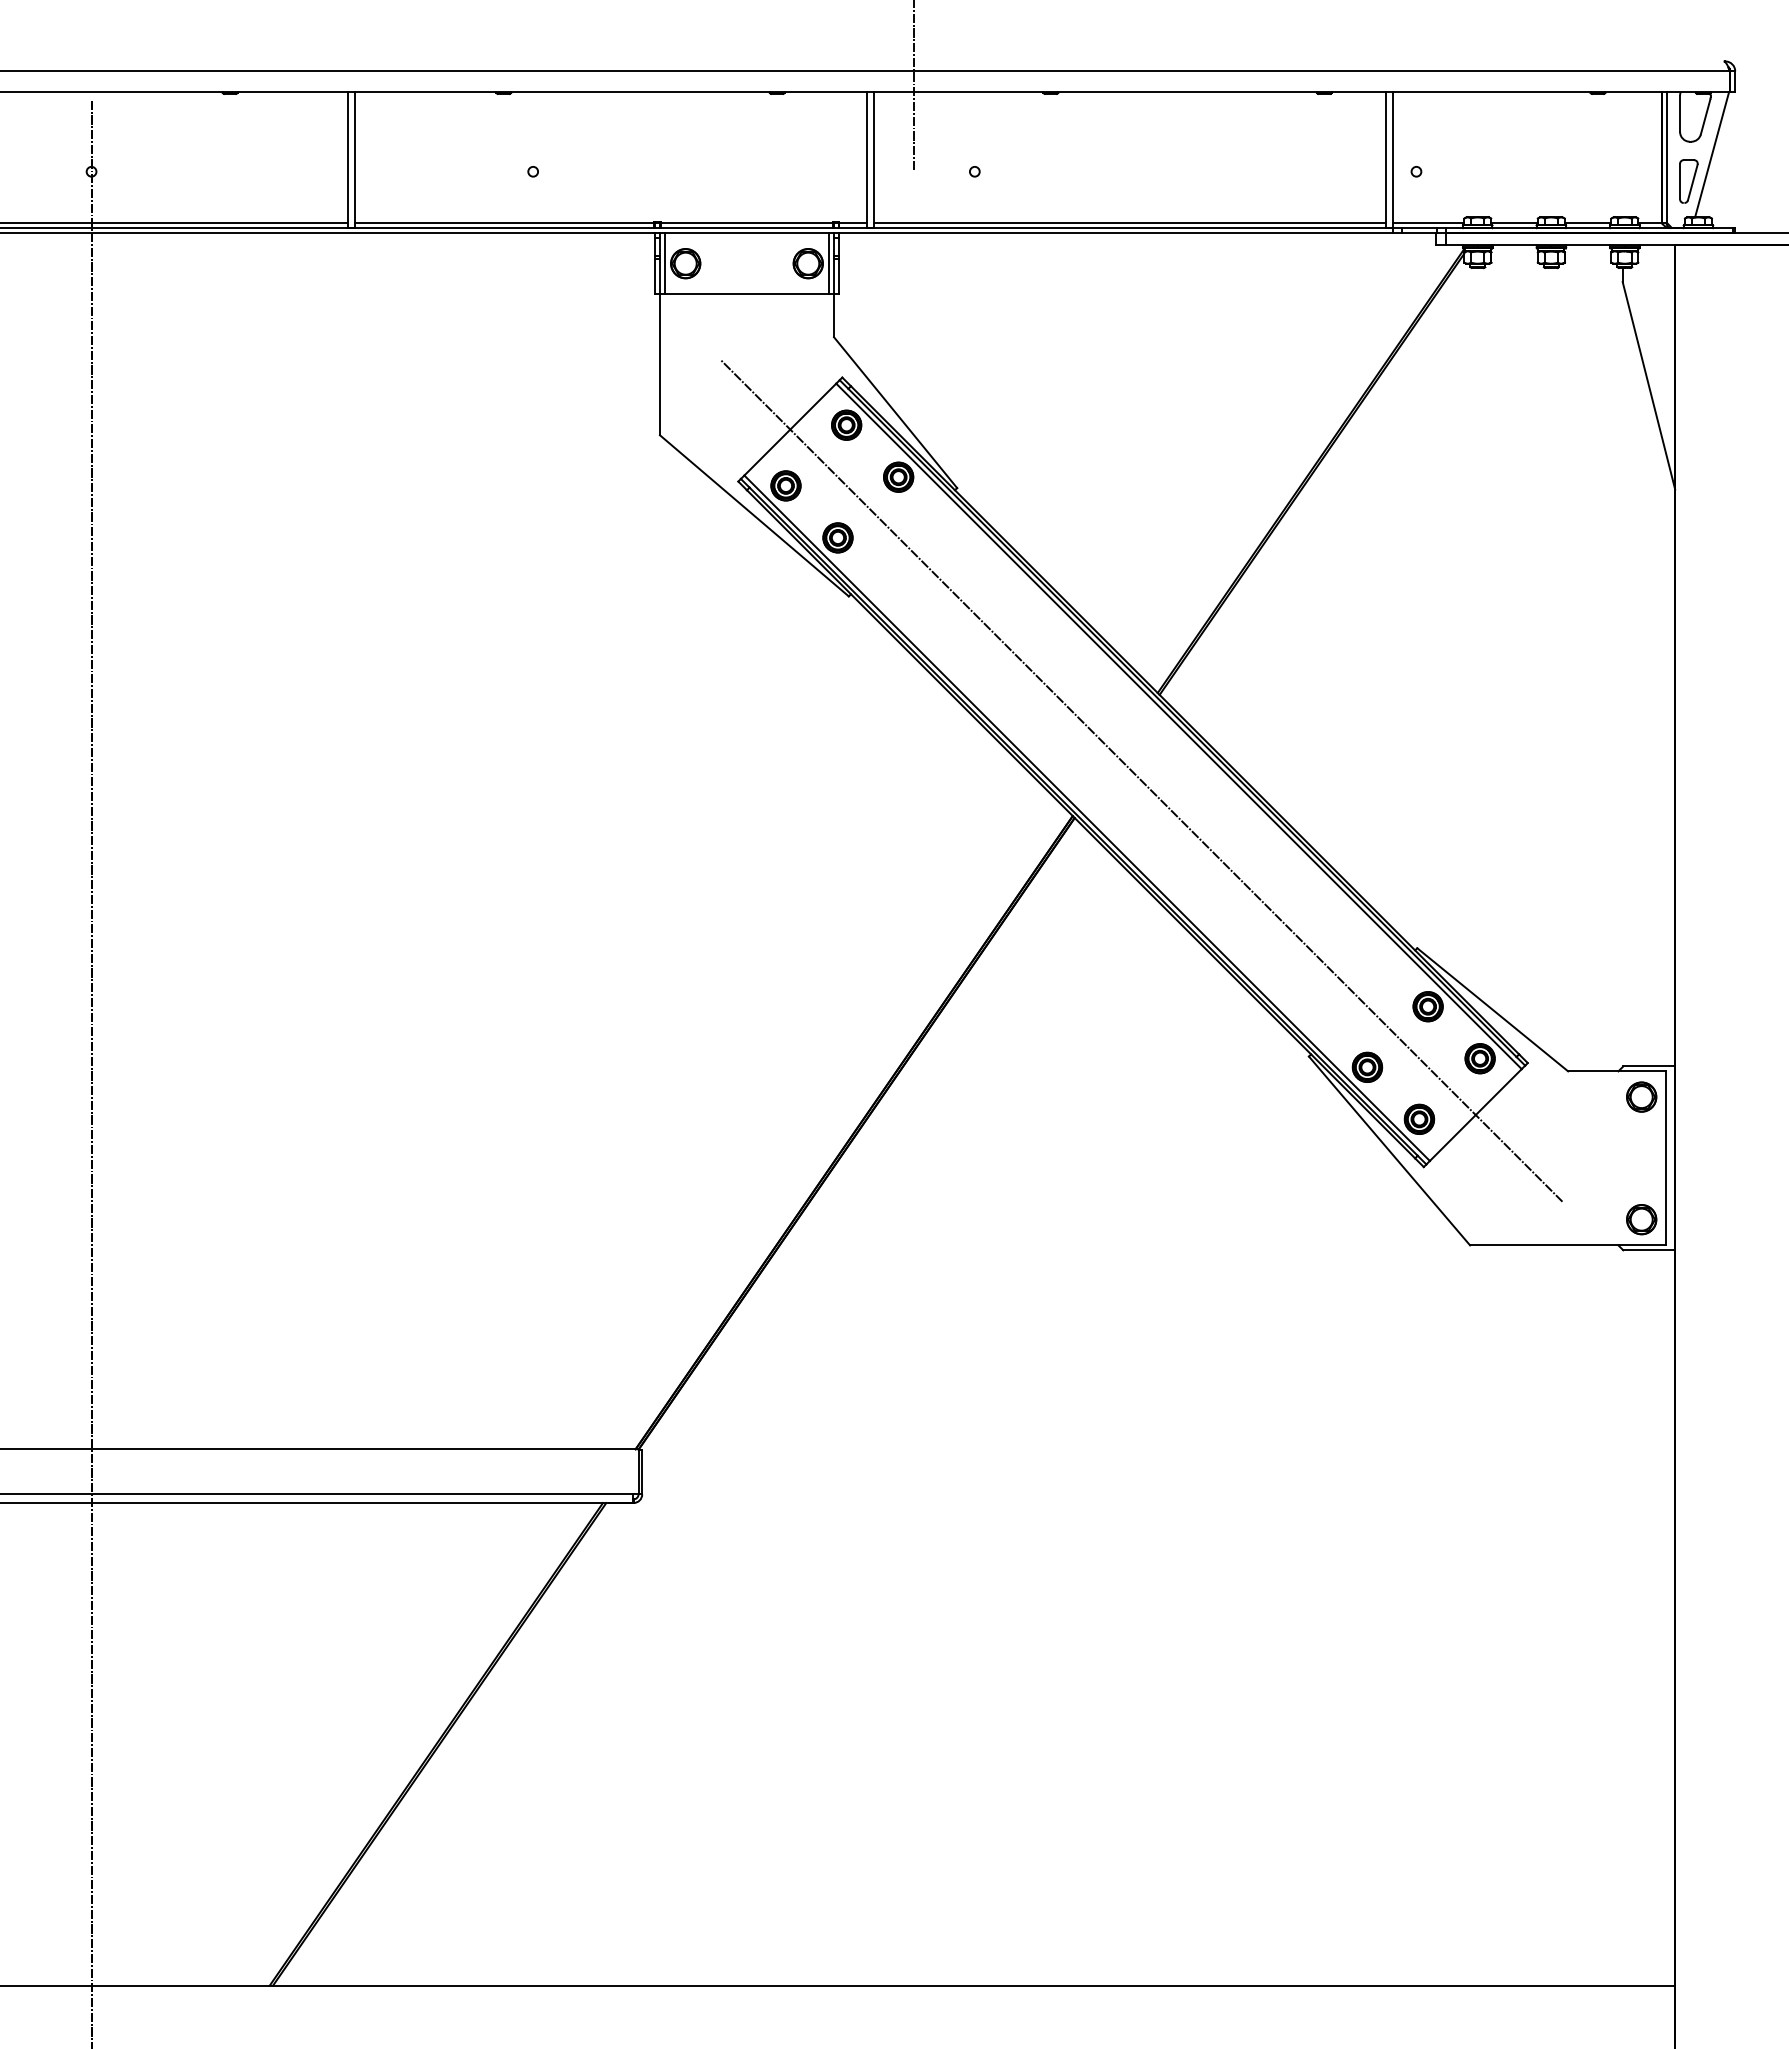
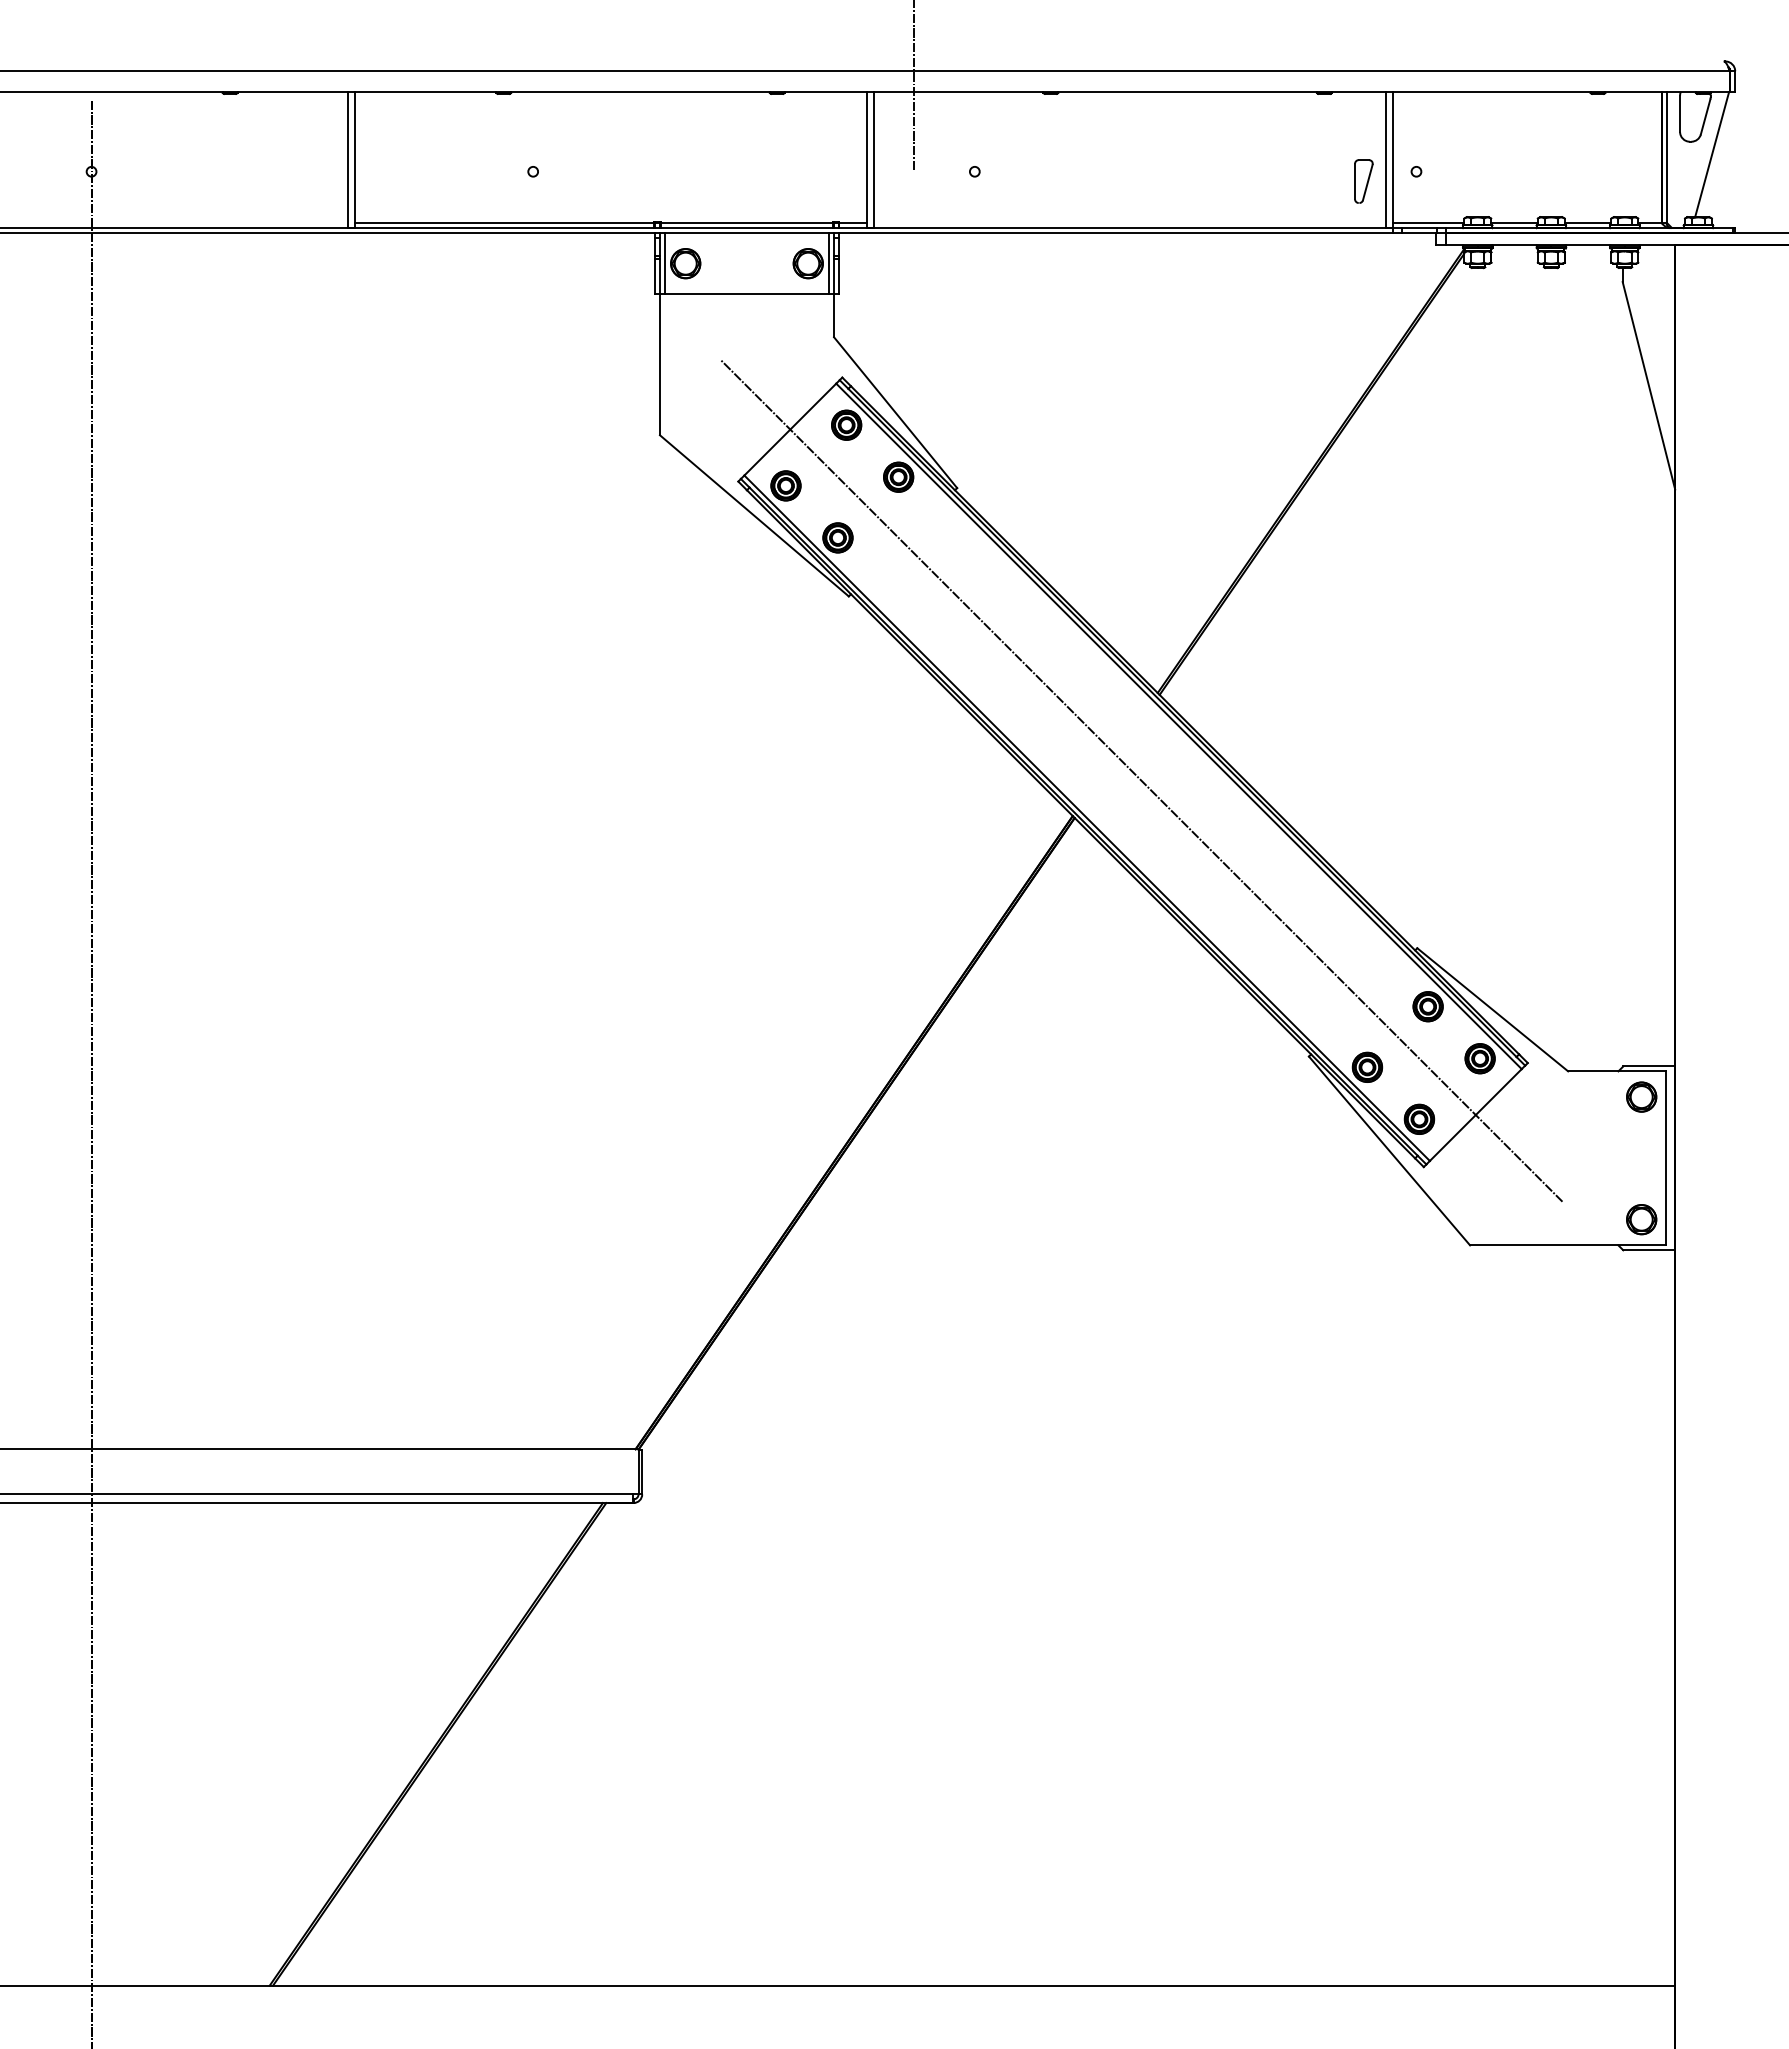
part at (1688, 181) position: (1688, 181) -> (1363, 181)
line at (174, 223): present -> none
line at (1129, 223): present -> none
